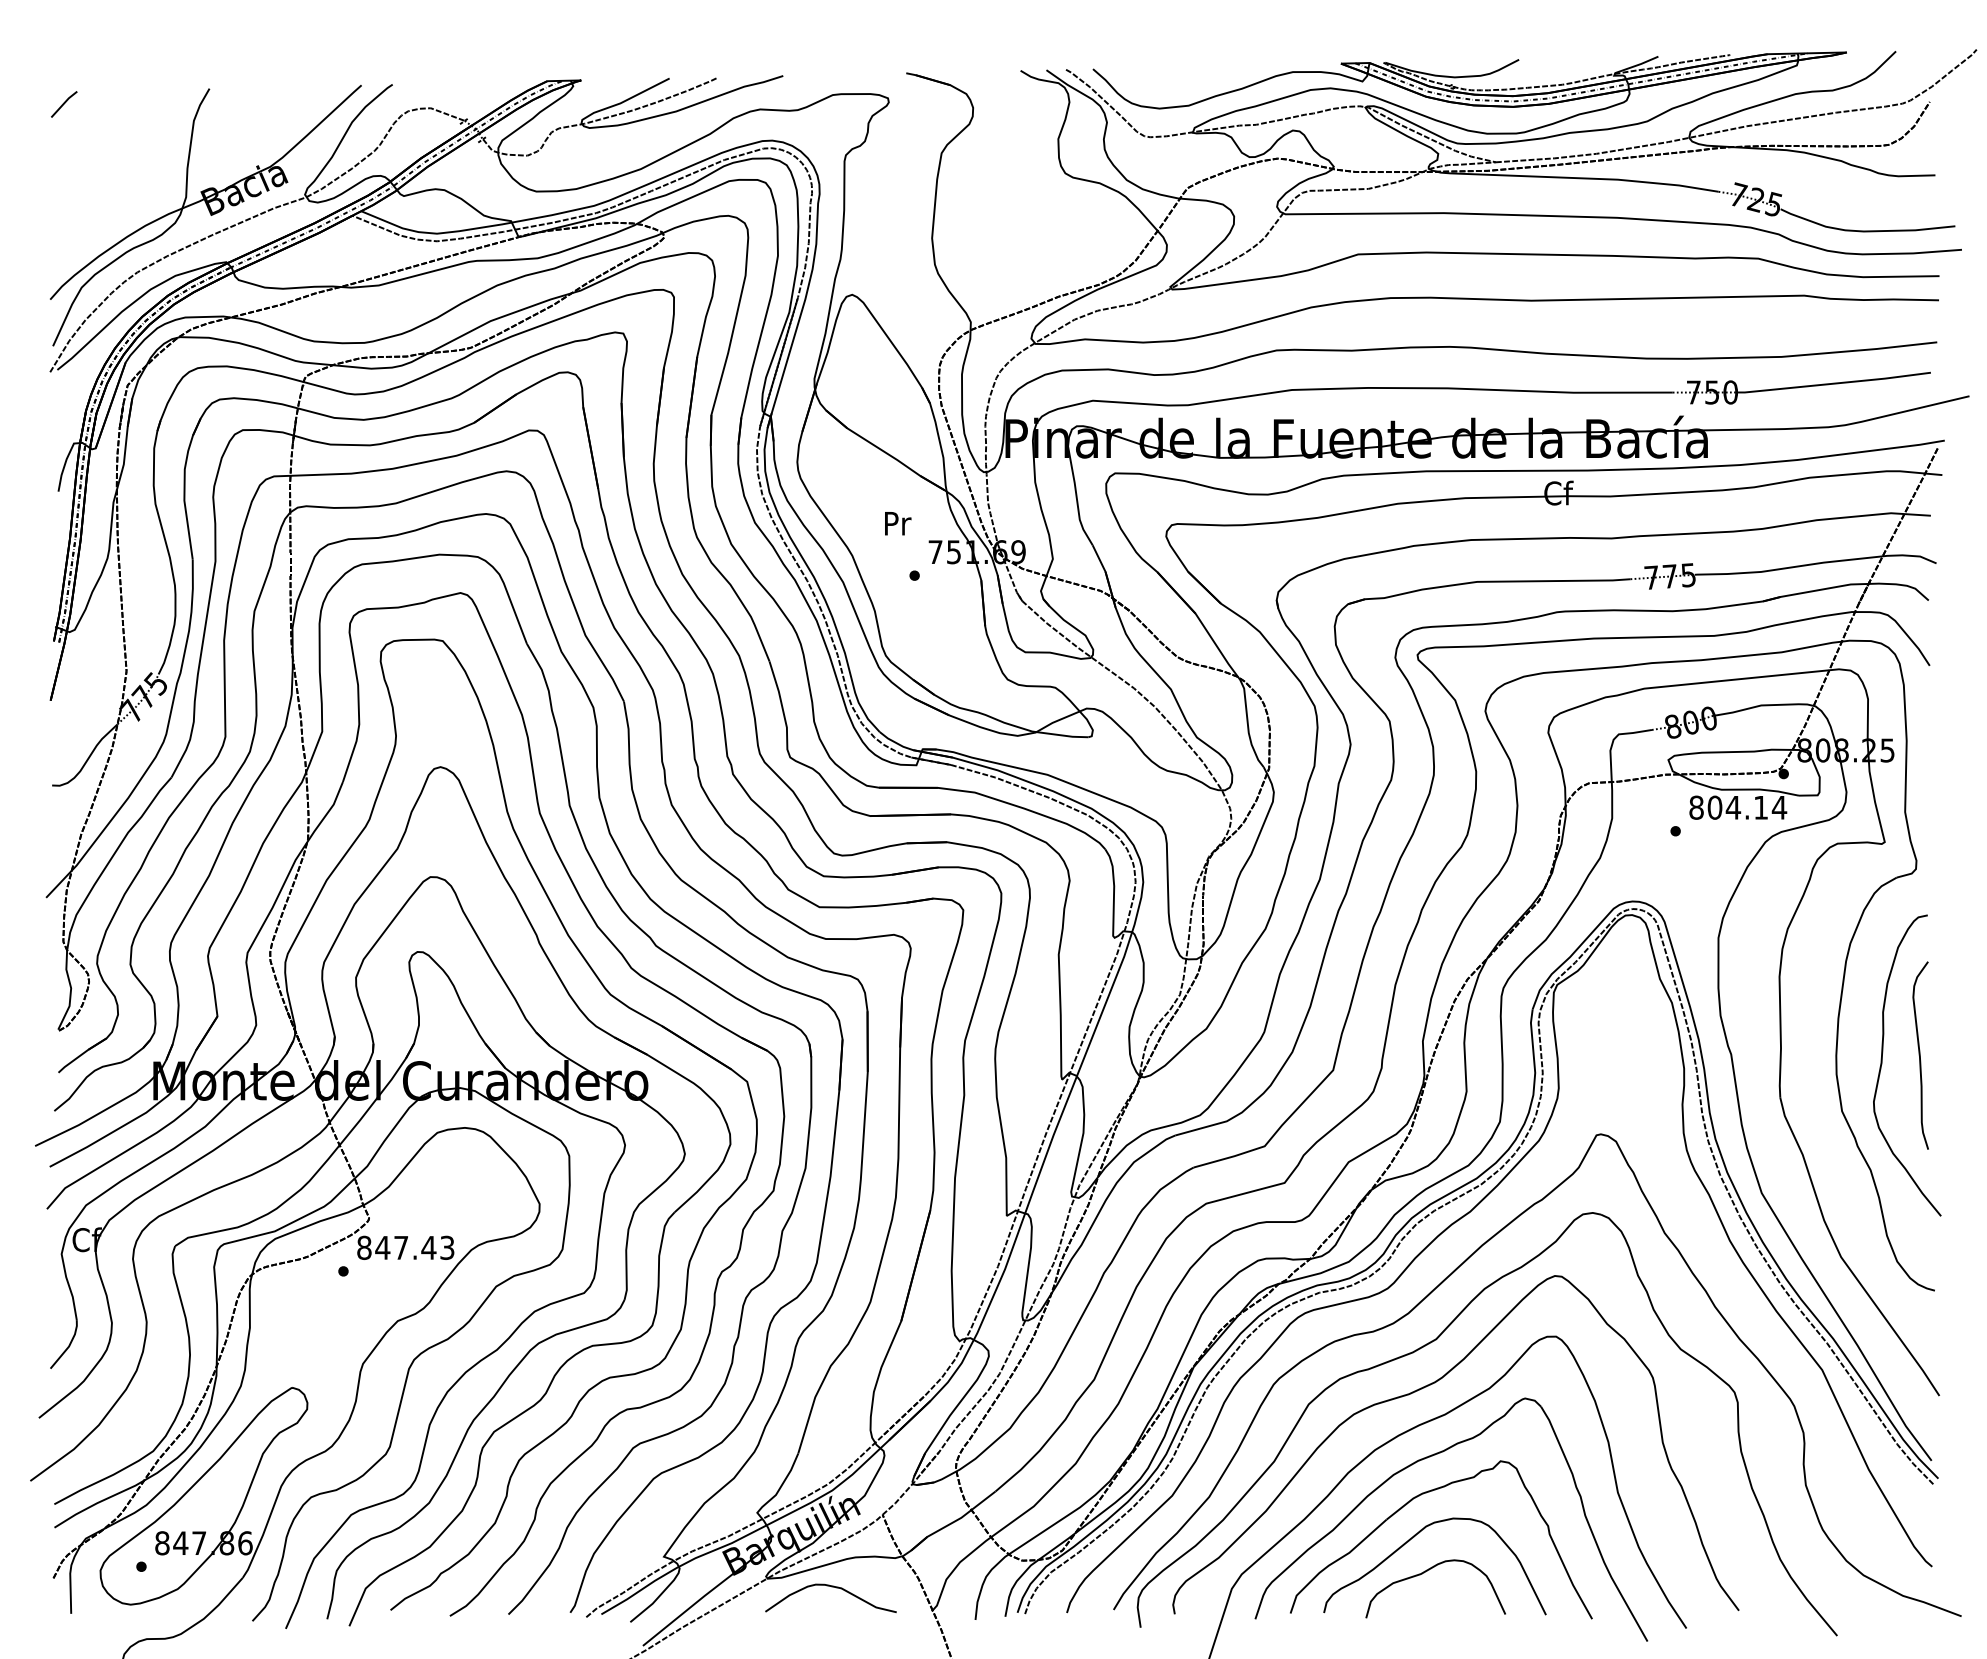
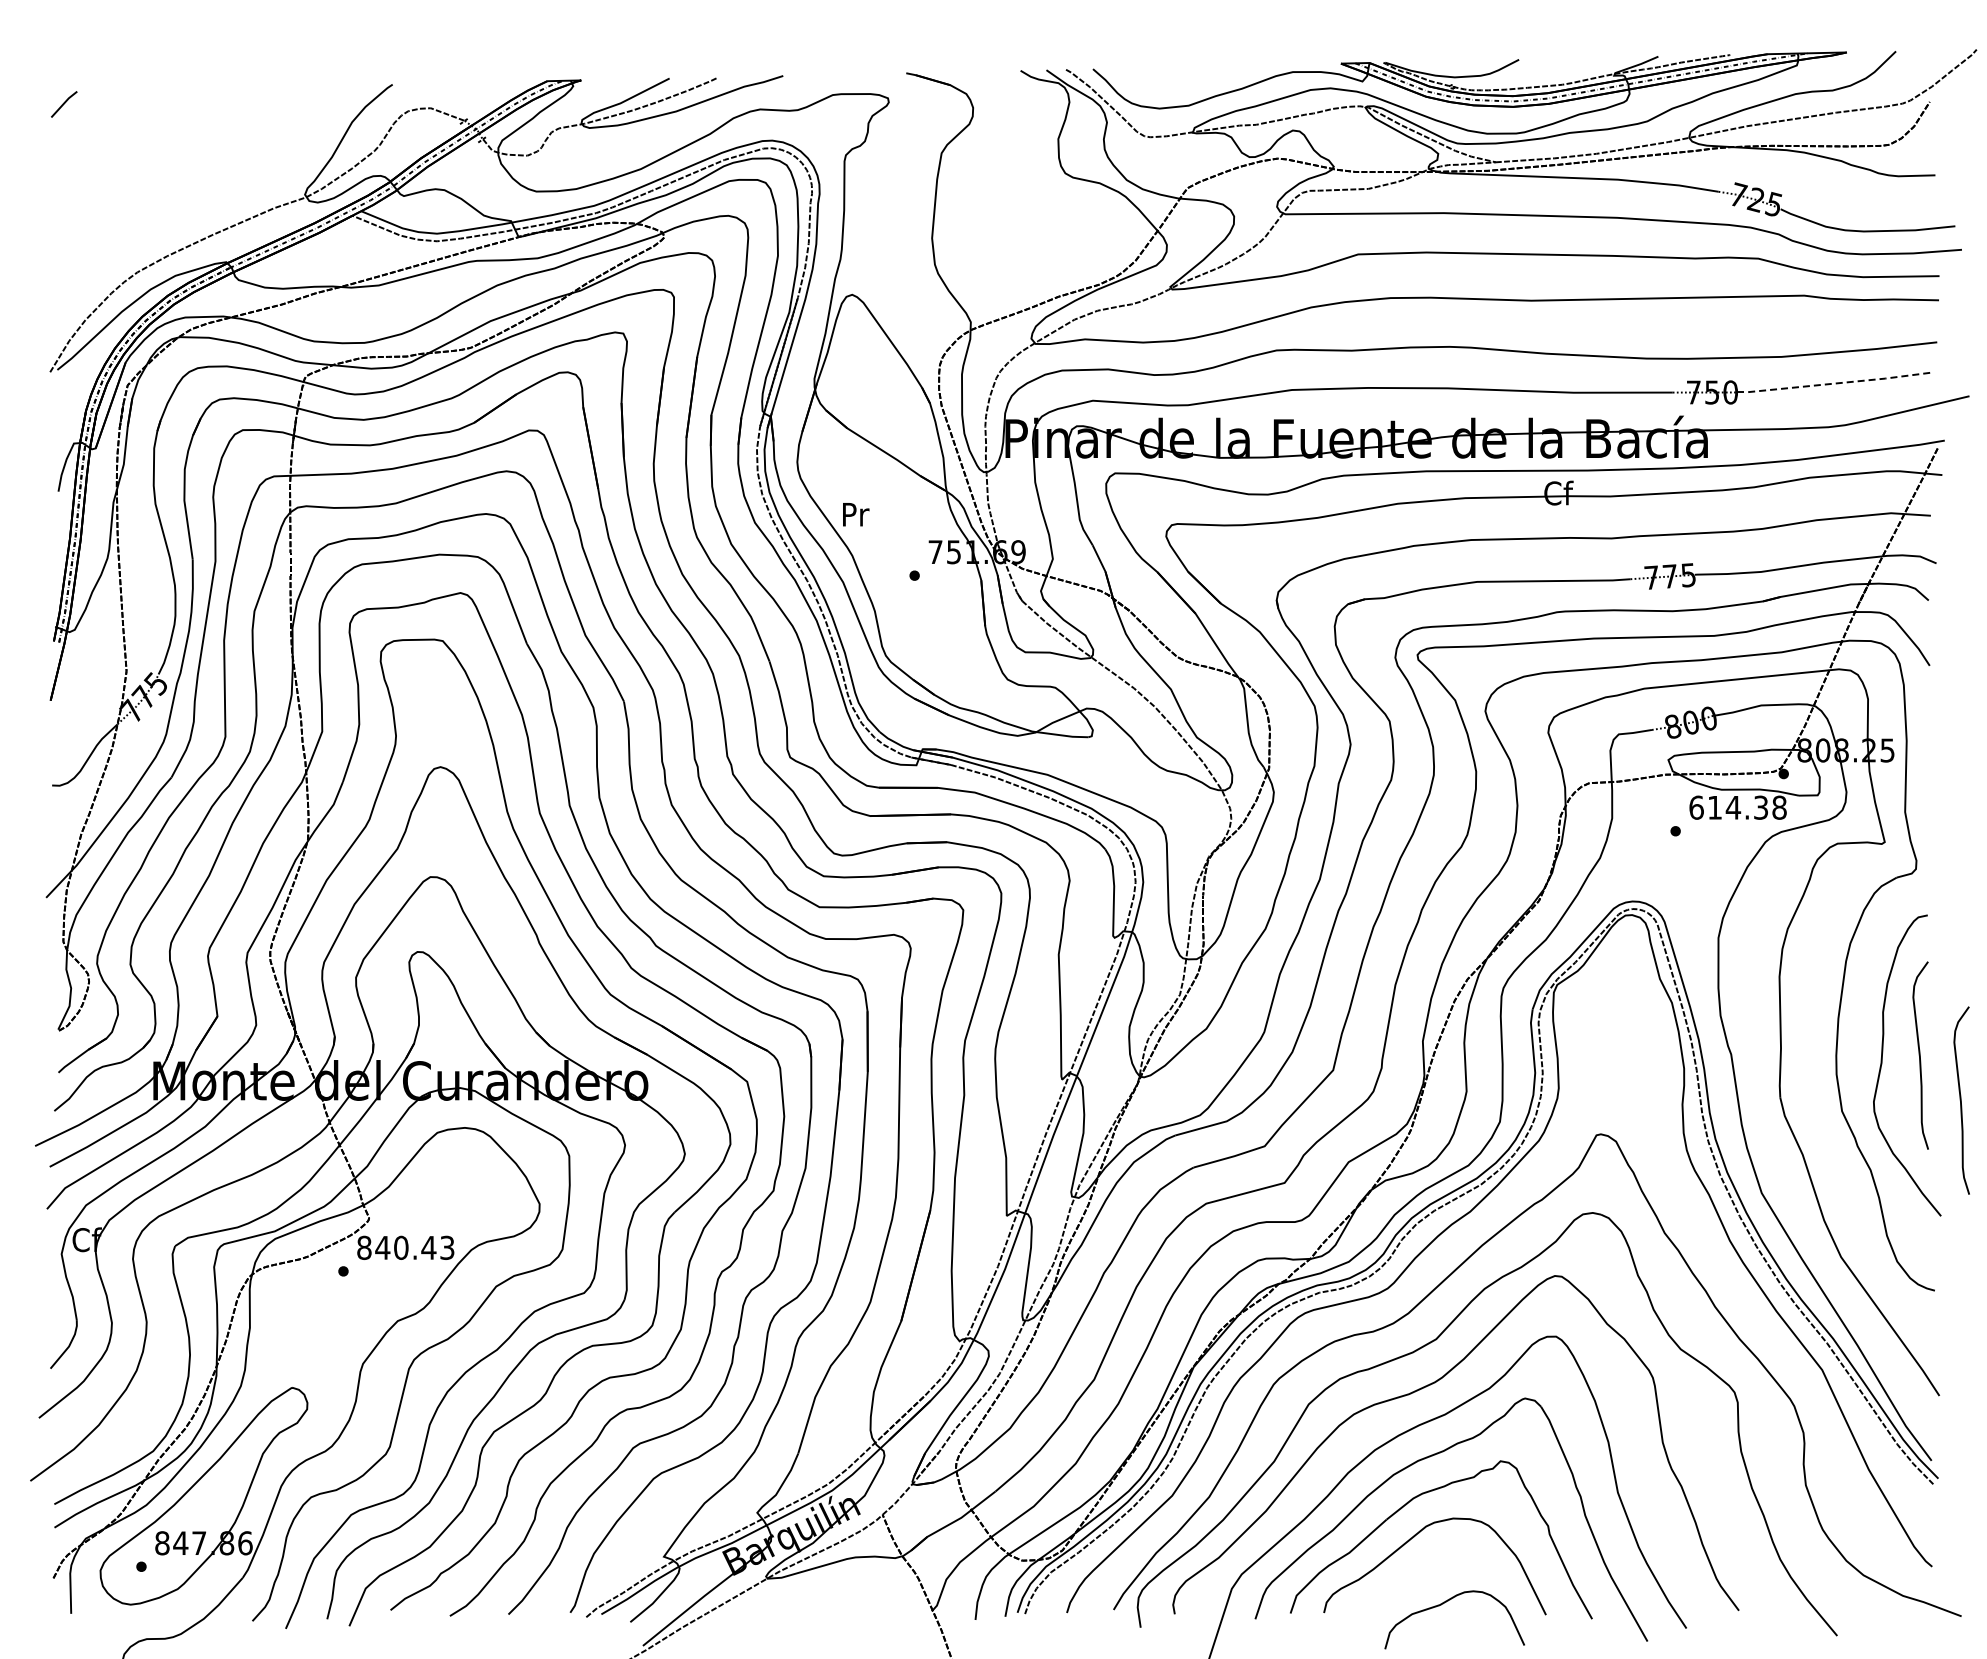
part at (205, 215): present -> none
line at (1834, 383): solid -> dashed
text at (898, 523) position: (898, 523) -> (856, 514)
text at (1738, 807): 804.14 -> 614.38
curve at (1961, 1100): none -> present
text at (401, 1247): 847.43 -> 840.43
curve at (1424, 1573) position: (1424, 1573) -> (1443, 1604)
curve at (831, 1587): present -> none
